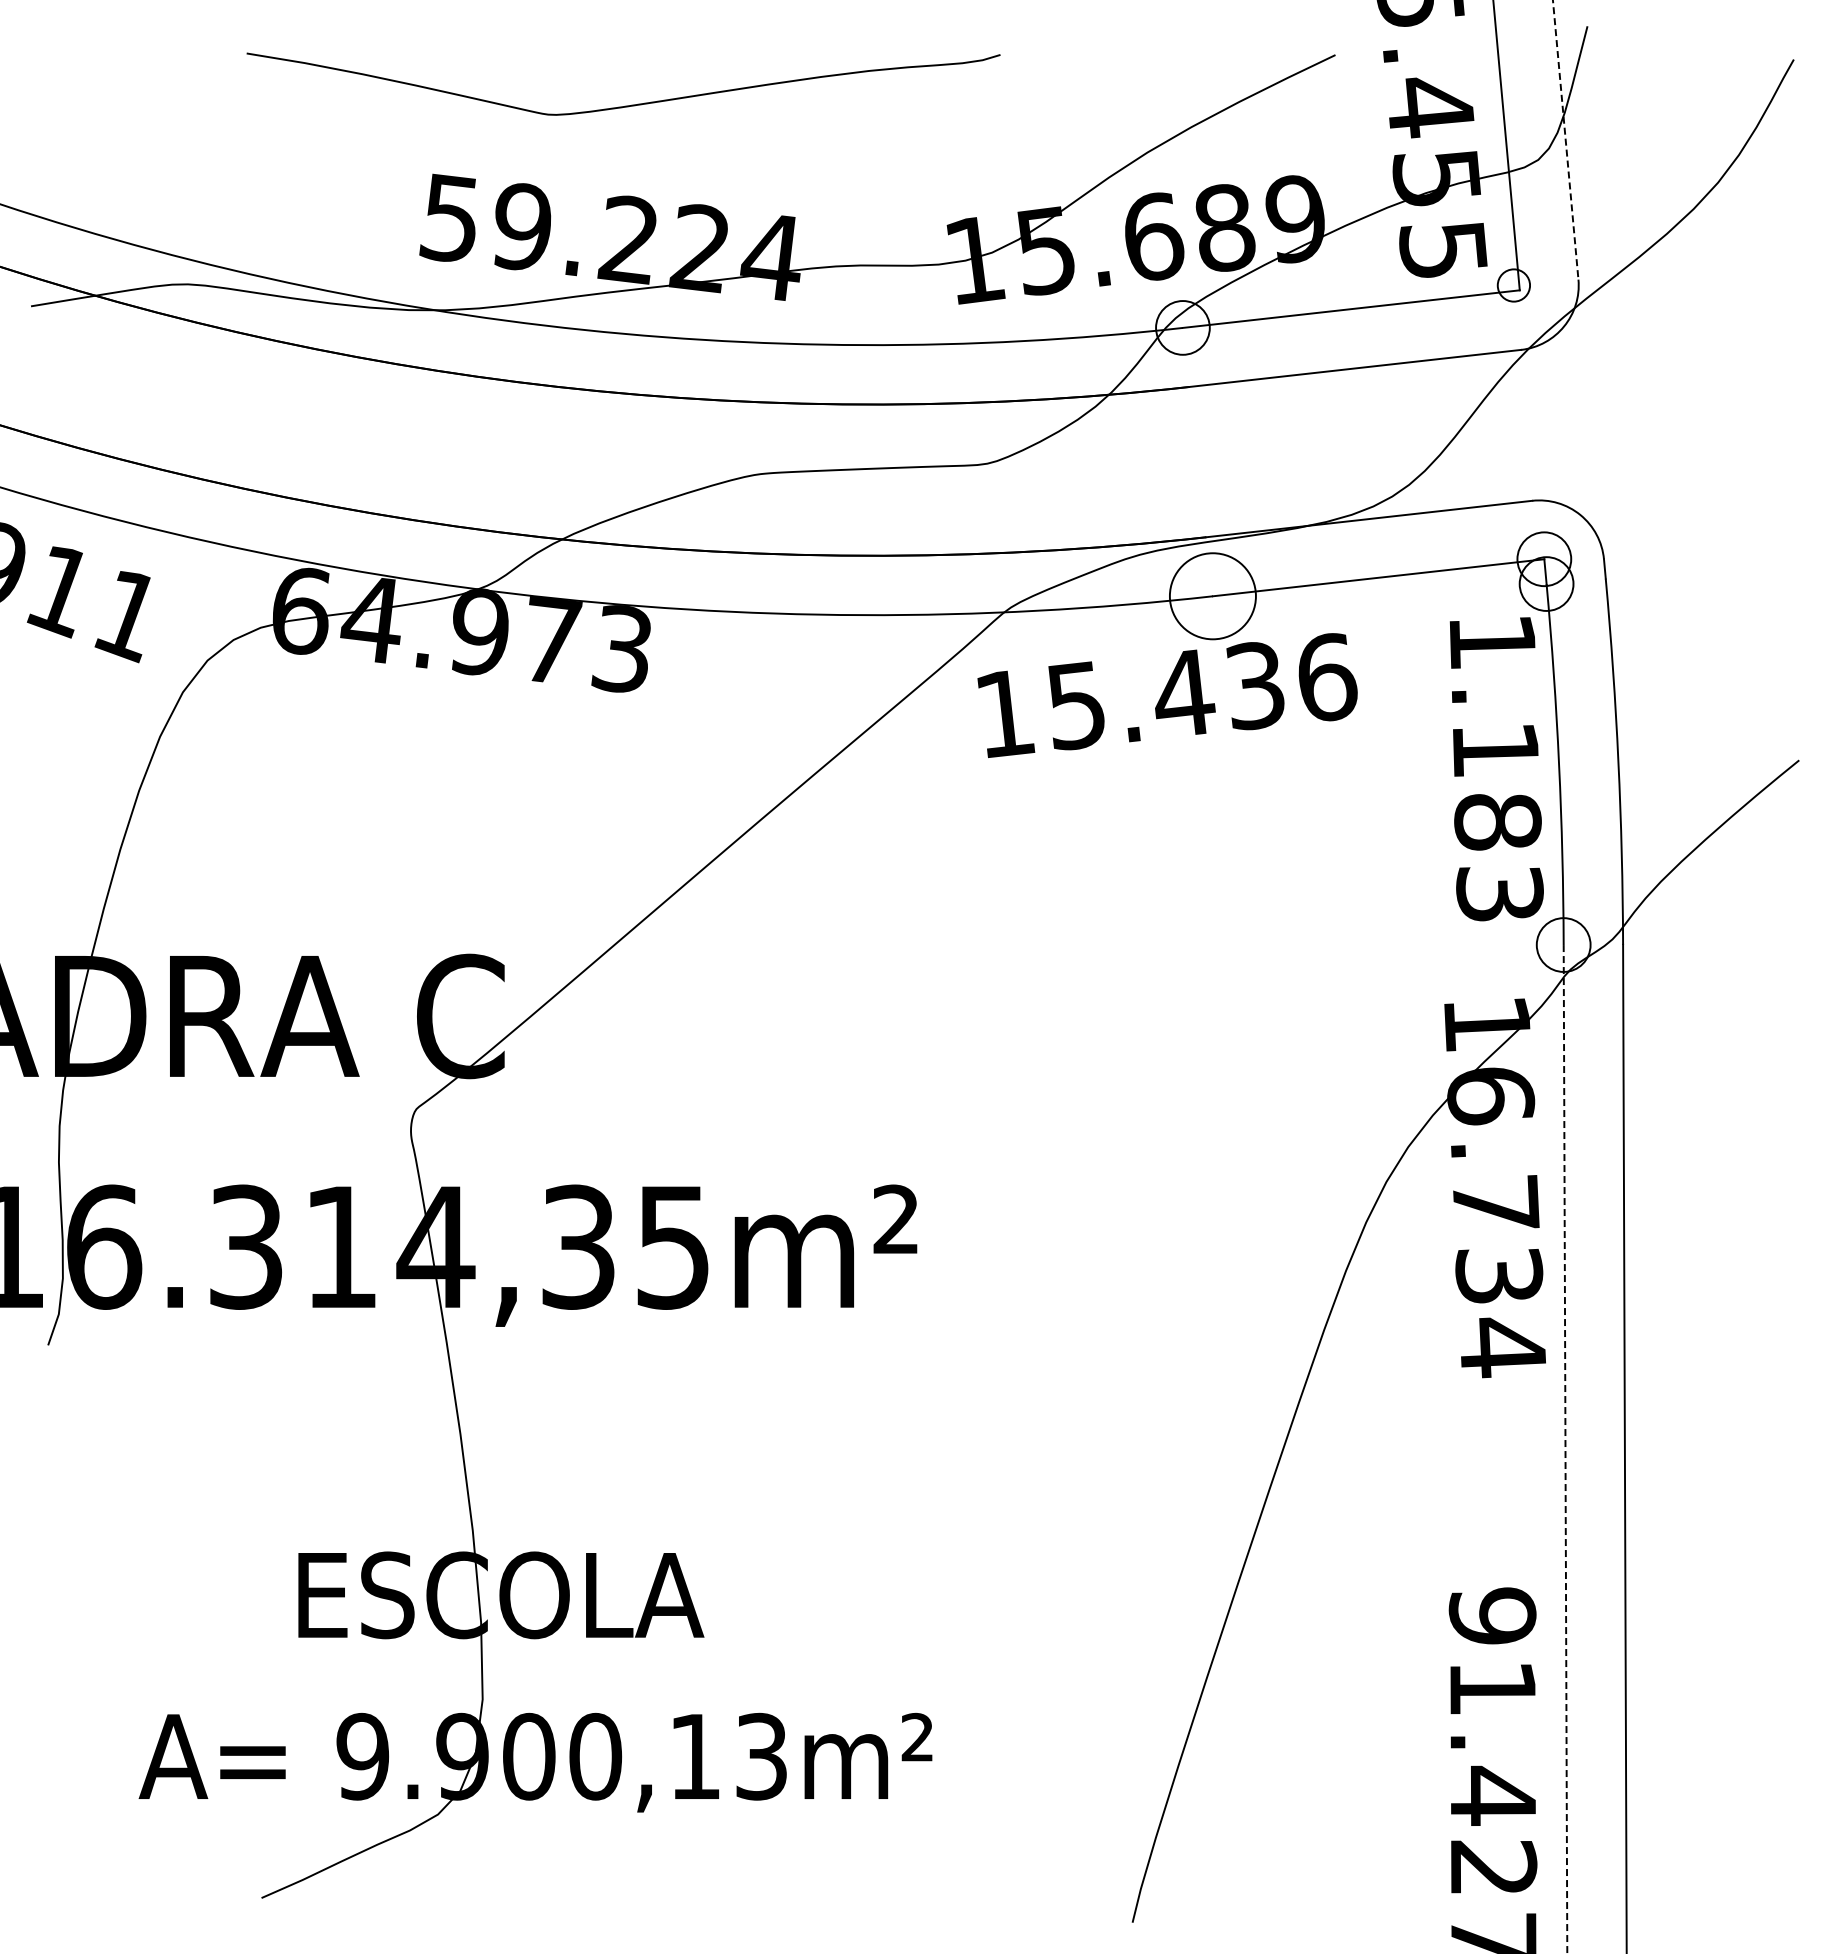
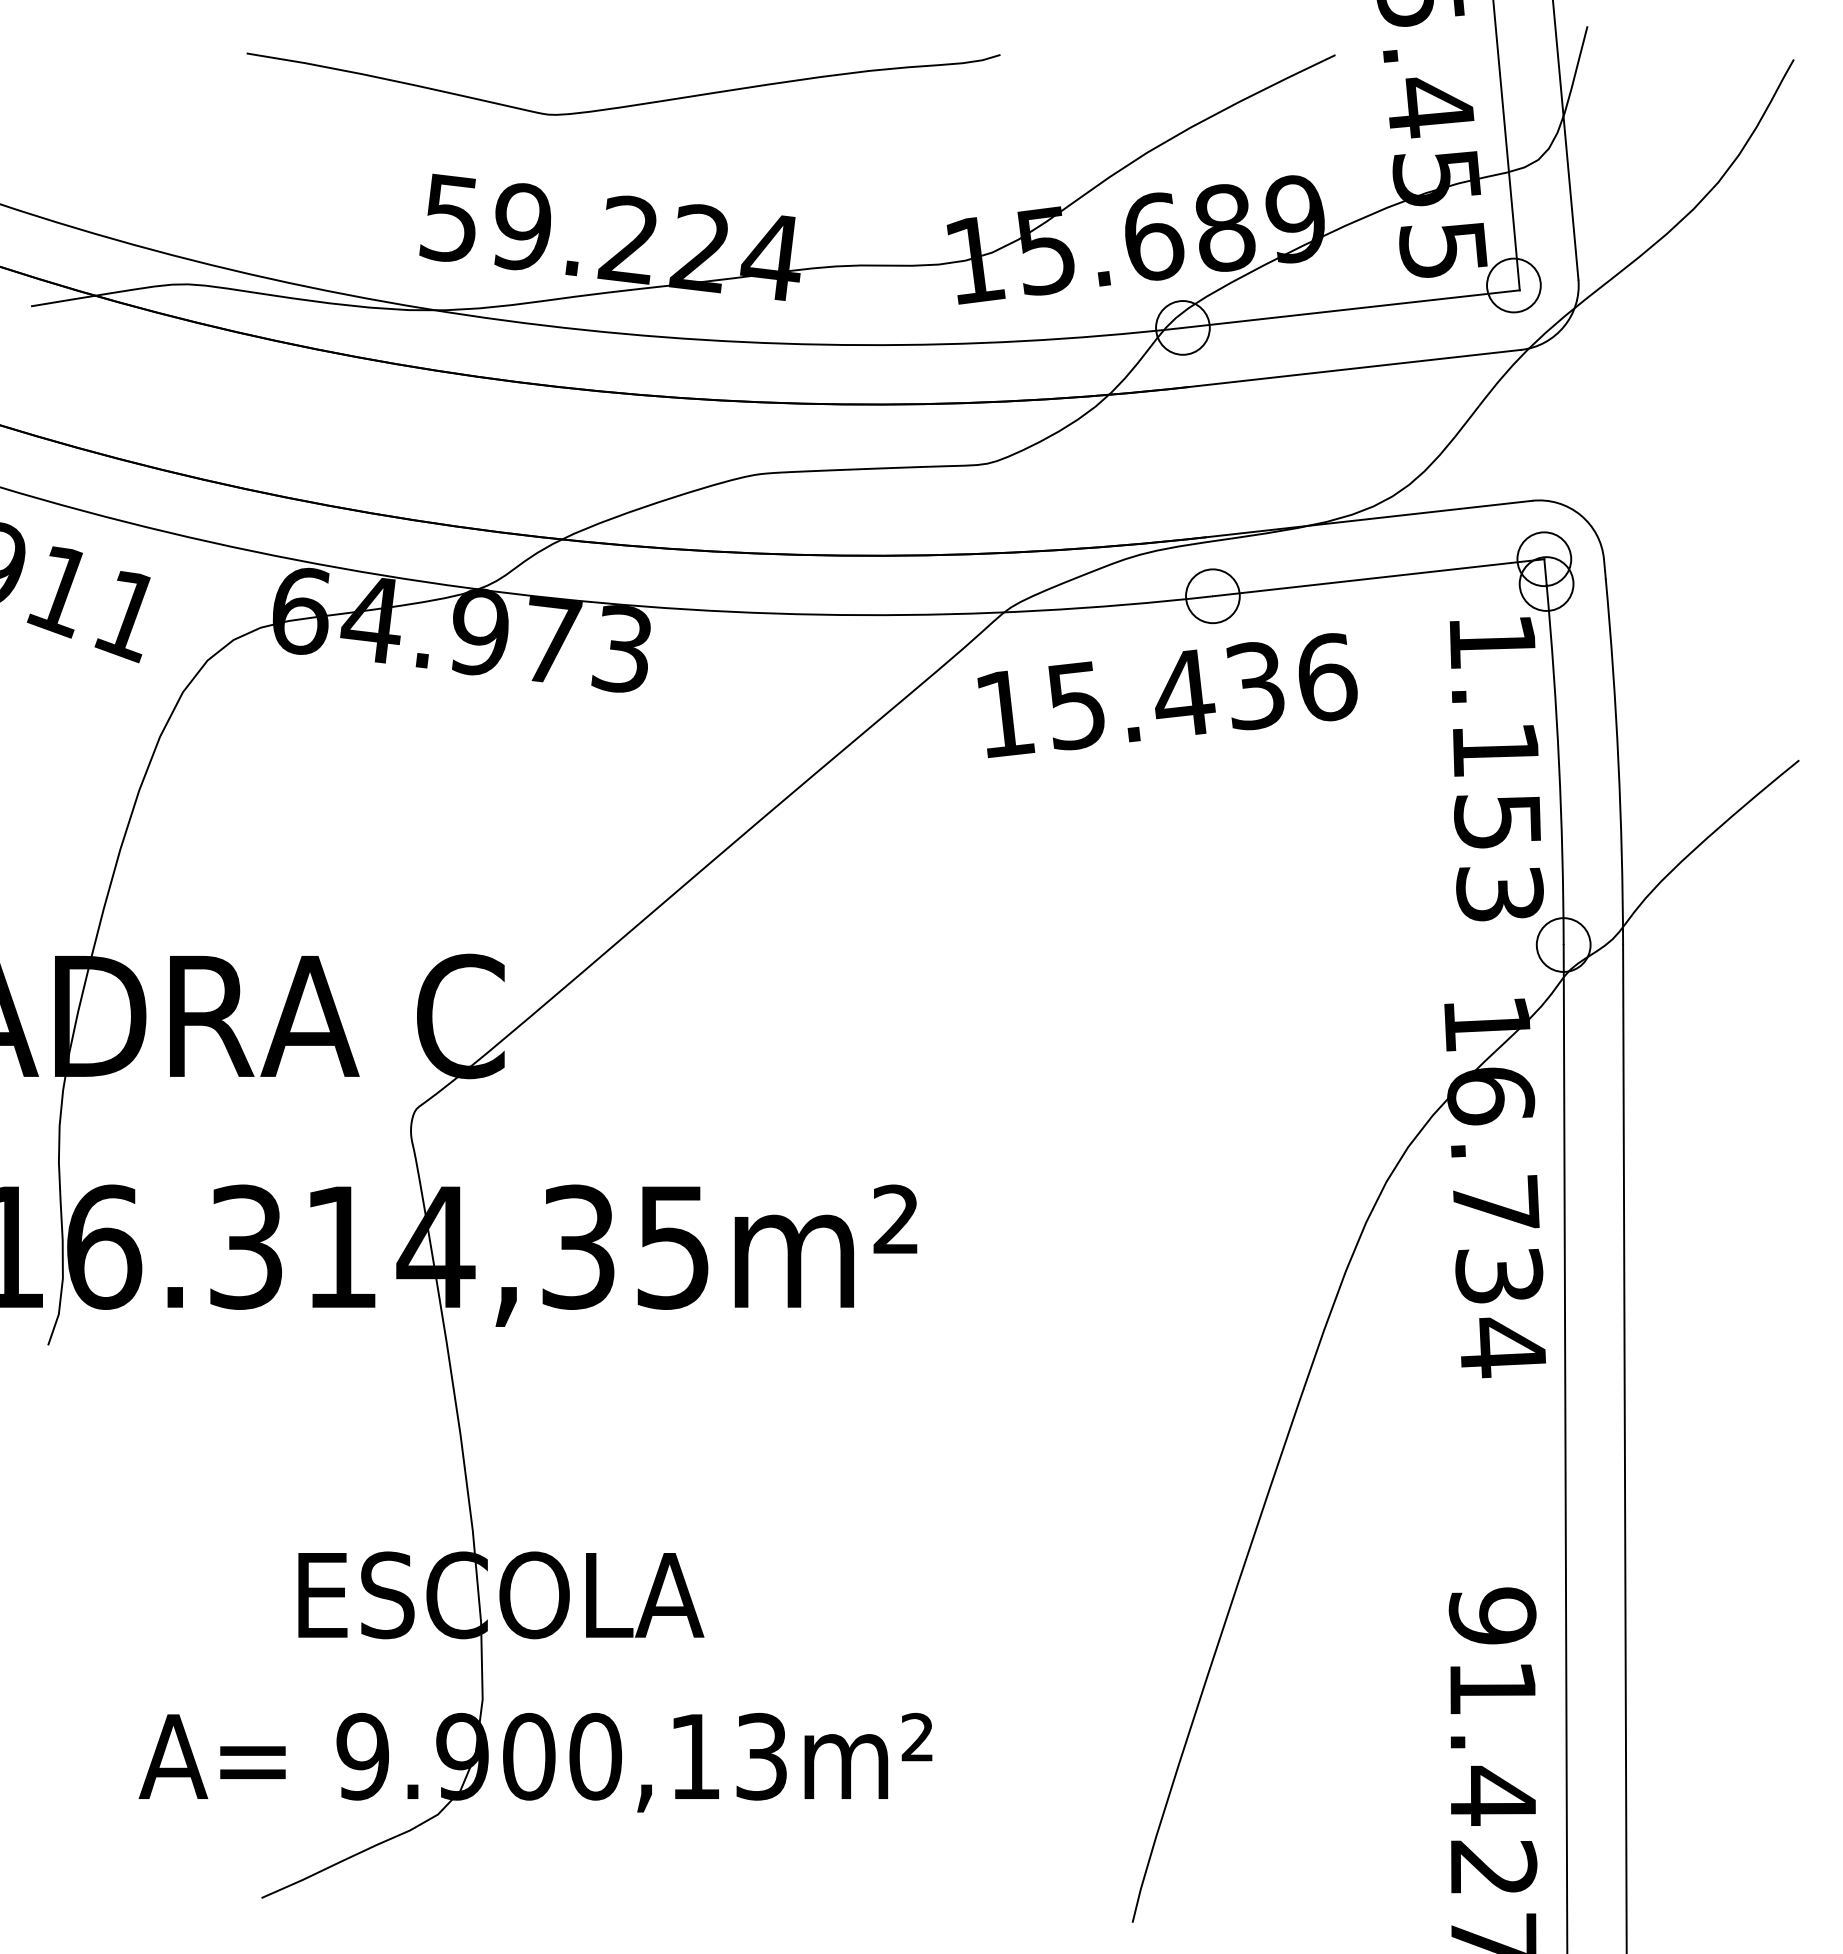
line at (1565, 140): dashed -> solid
circle at (1513, 285) diameter: 32 px -> 54 px
circle at (1212, 596) diameter: 86 px -> 54 px
text at (1497, 822): 1.183 -> 1.153
line at (1565, 1449): dashed -> solid
